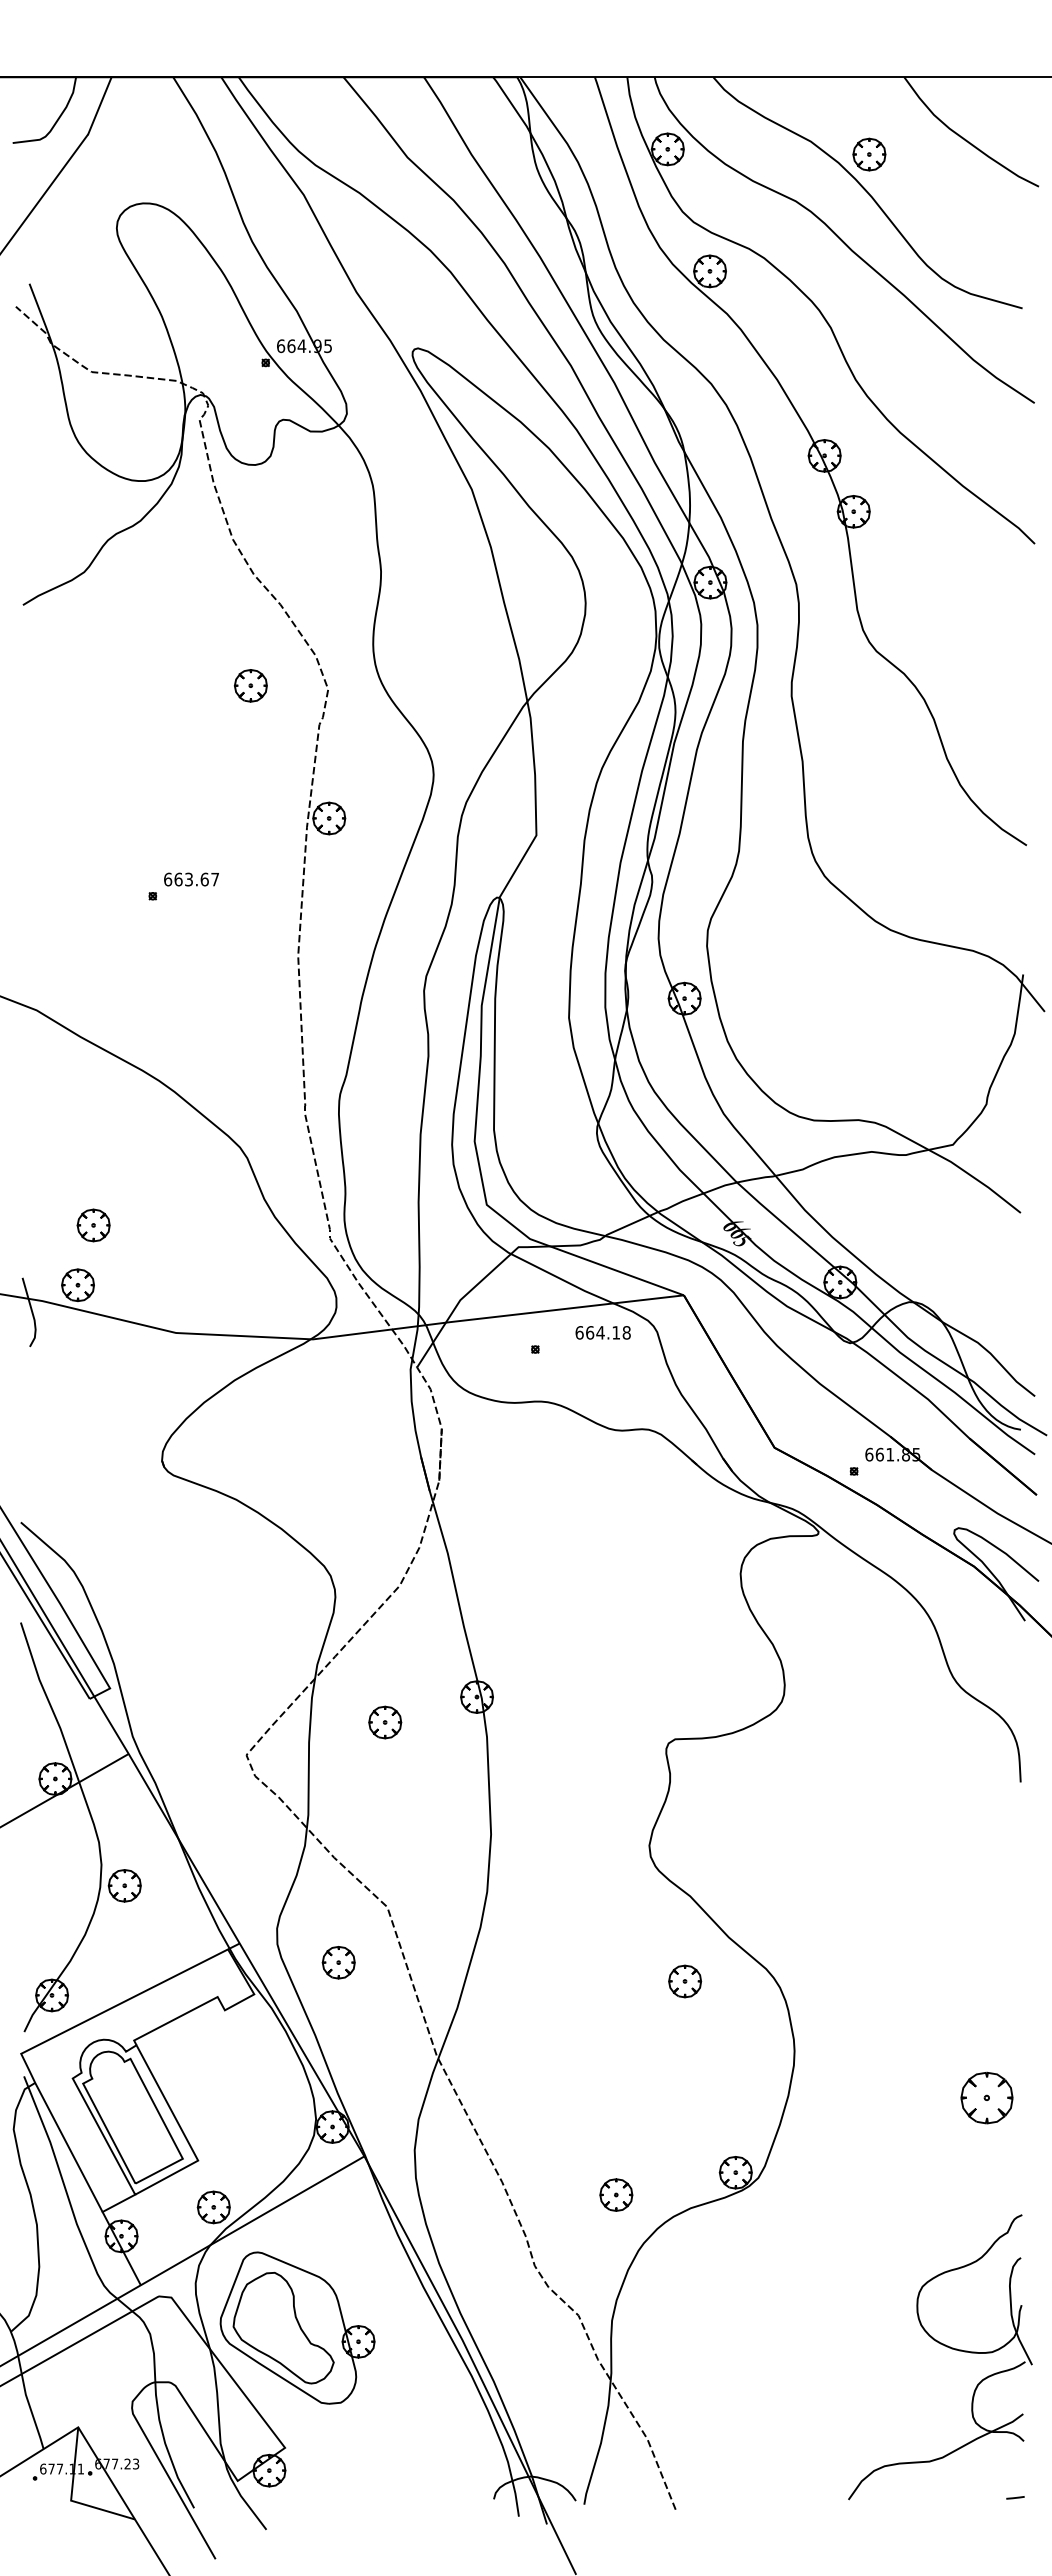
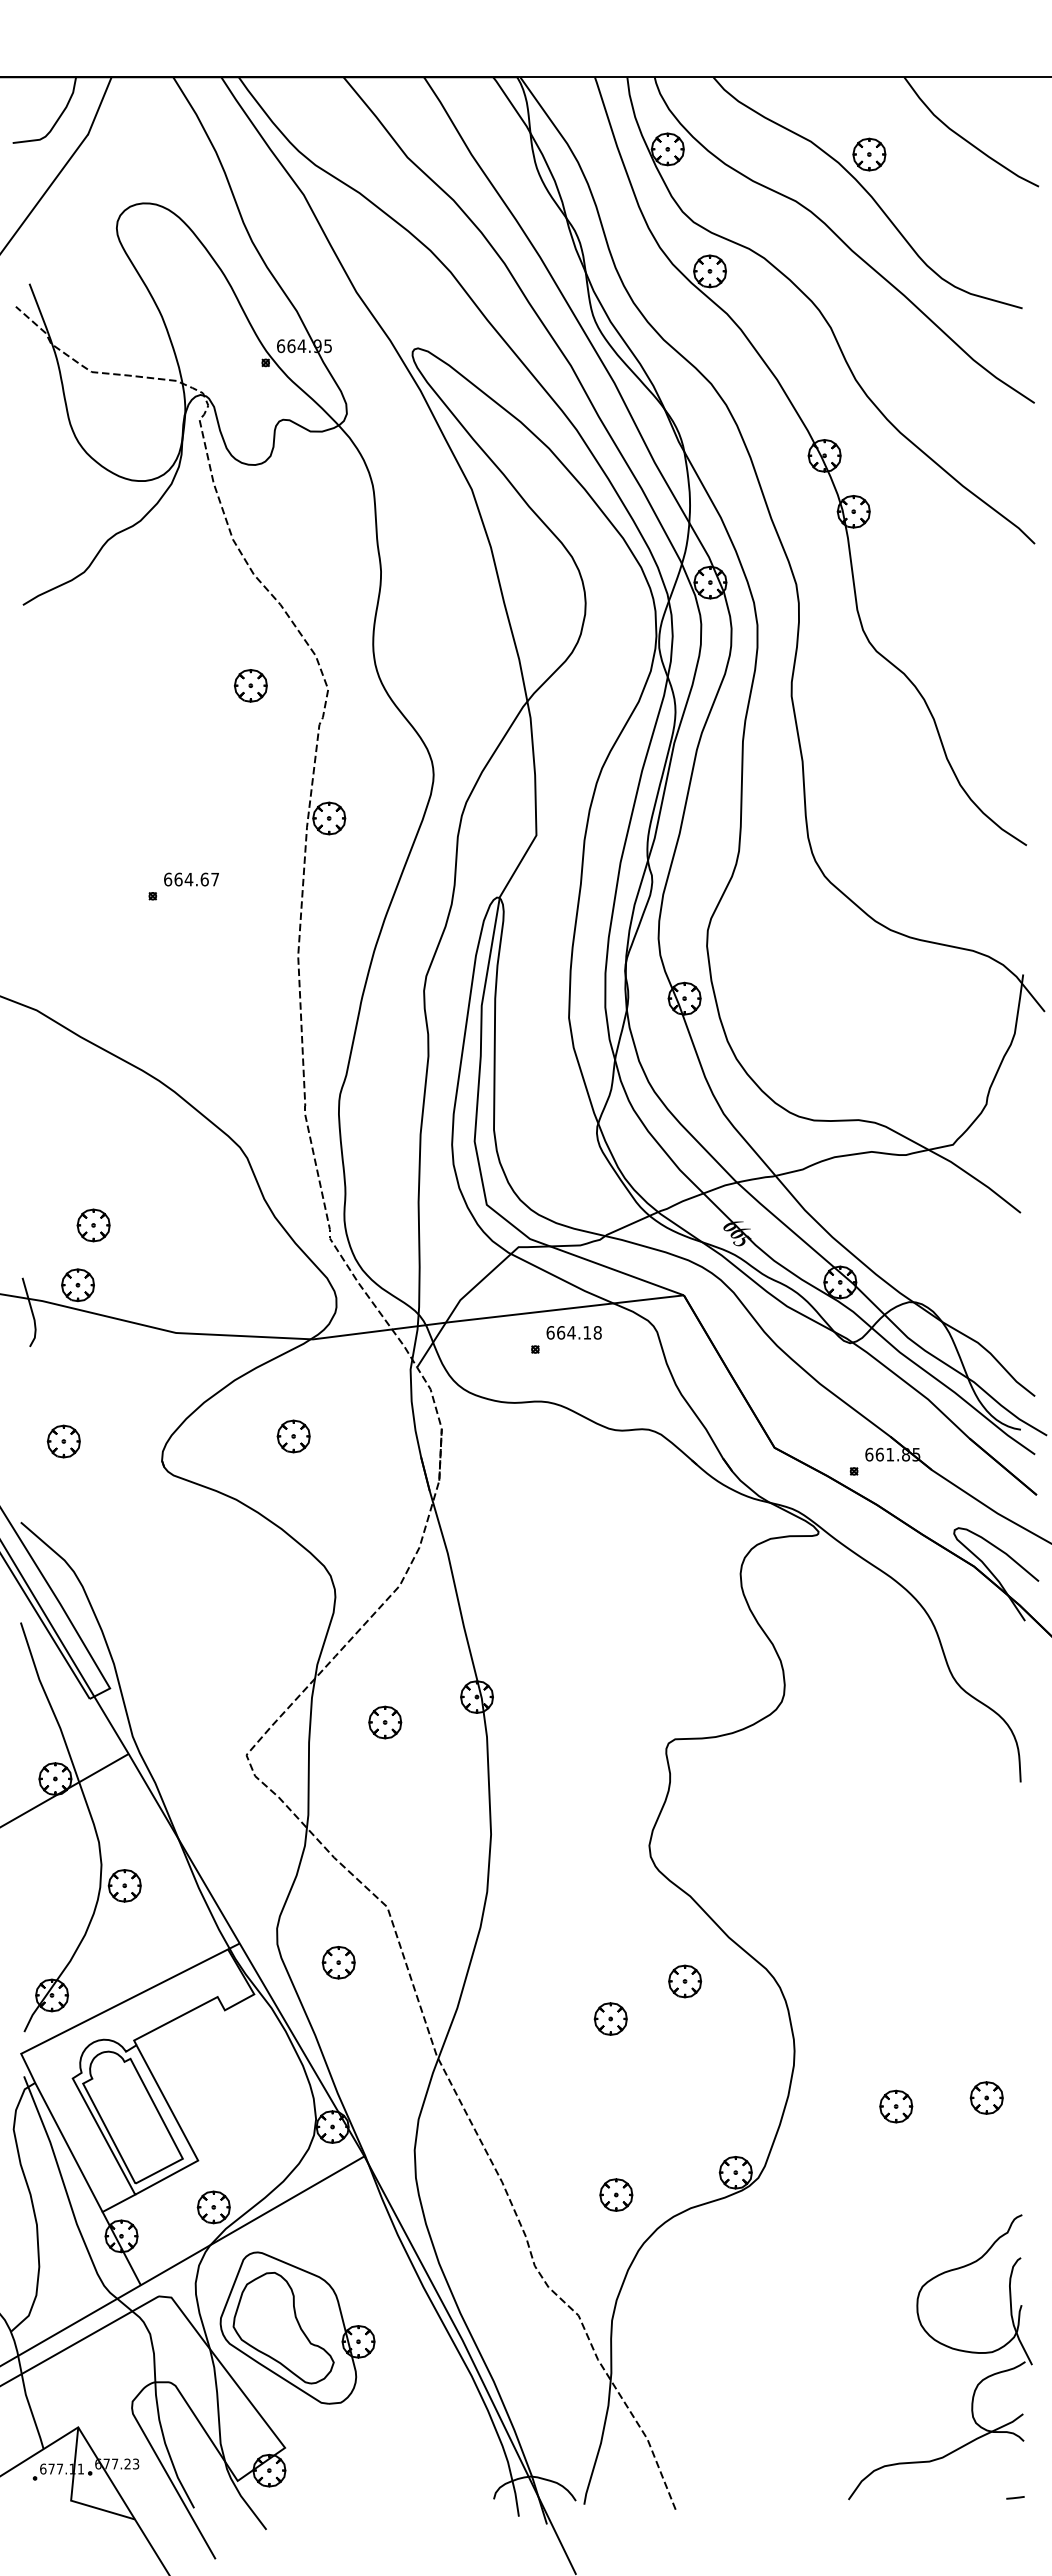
text at (188, 879): 663.67 -> 664.67
text at (602, 1332) position: (602, 1332) -> (573, 1332)
part at (293, 1436): none -> present
part at (63, 1441): none -> present
part at (610, 2018): none -> present
part at (986, 2097) size: 54x54 px -> 35x34 px
part at (896, 2106): none -> present
